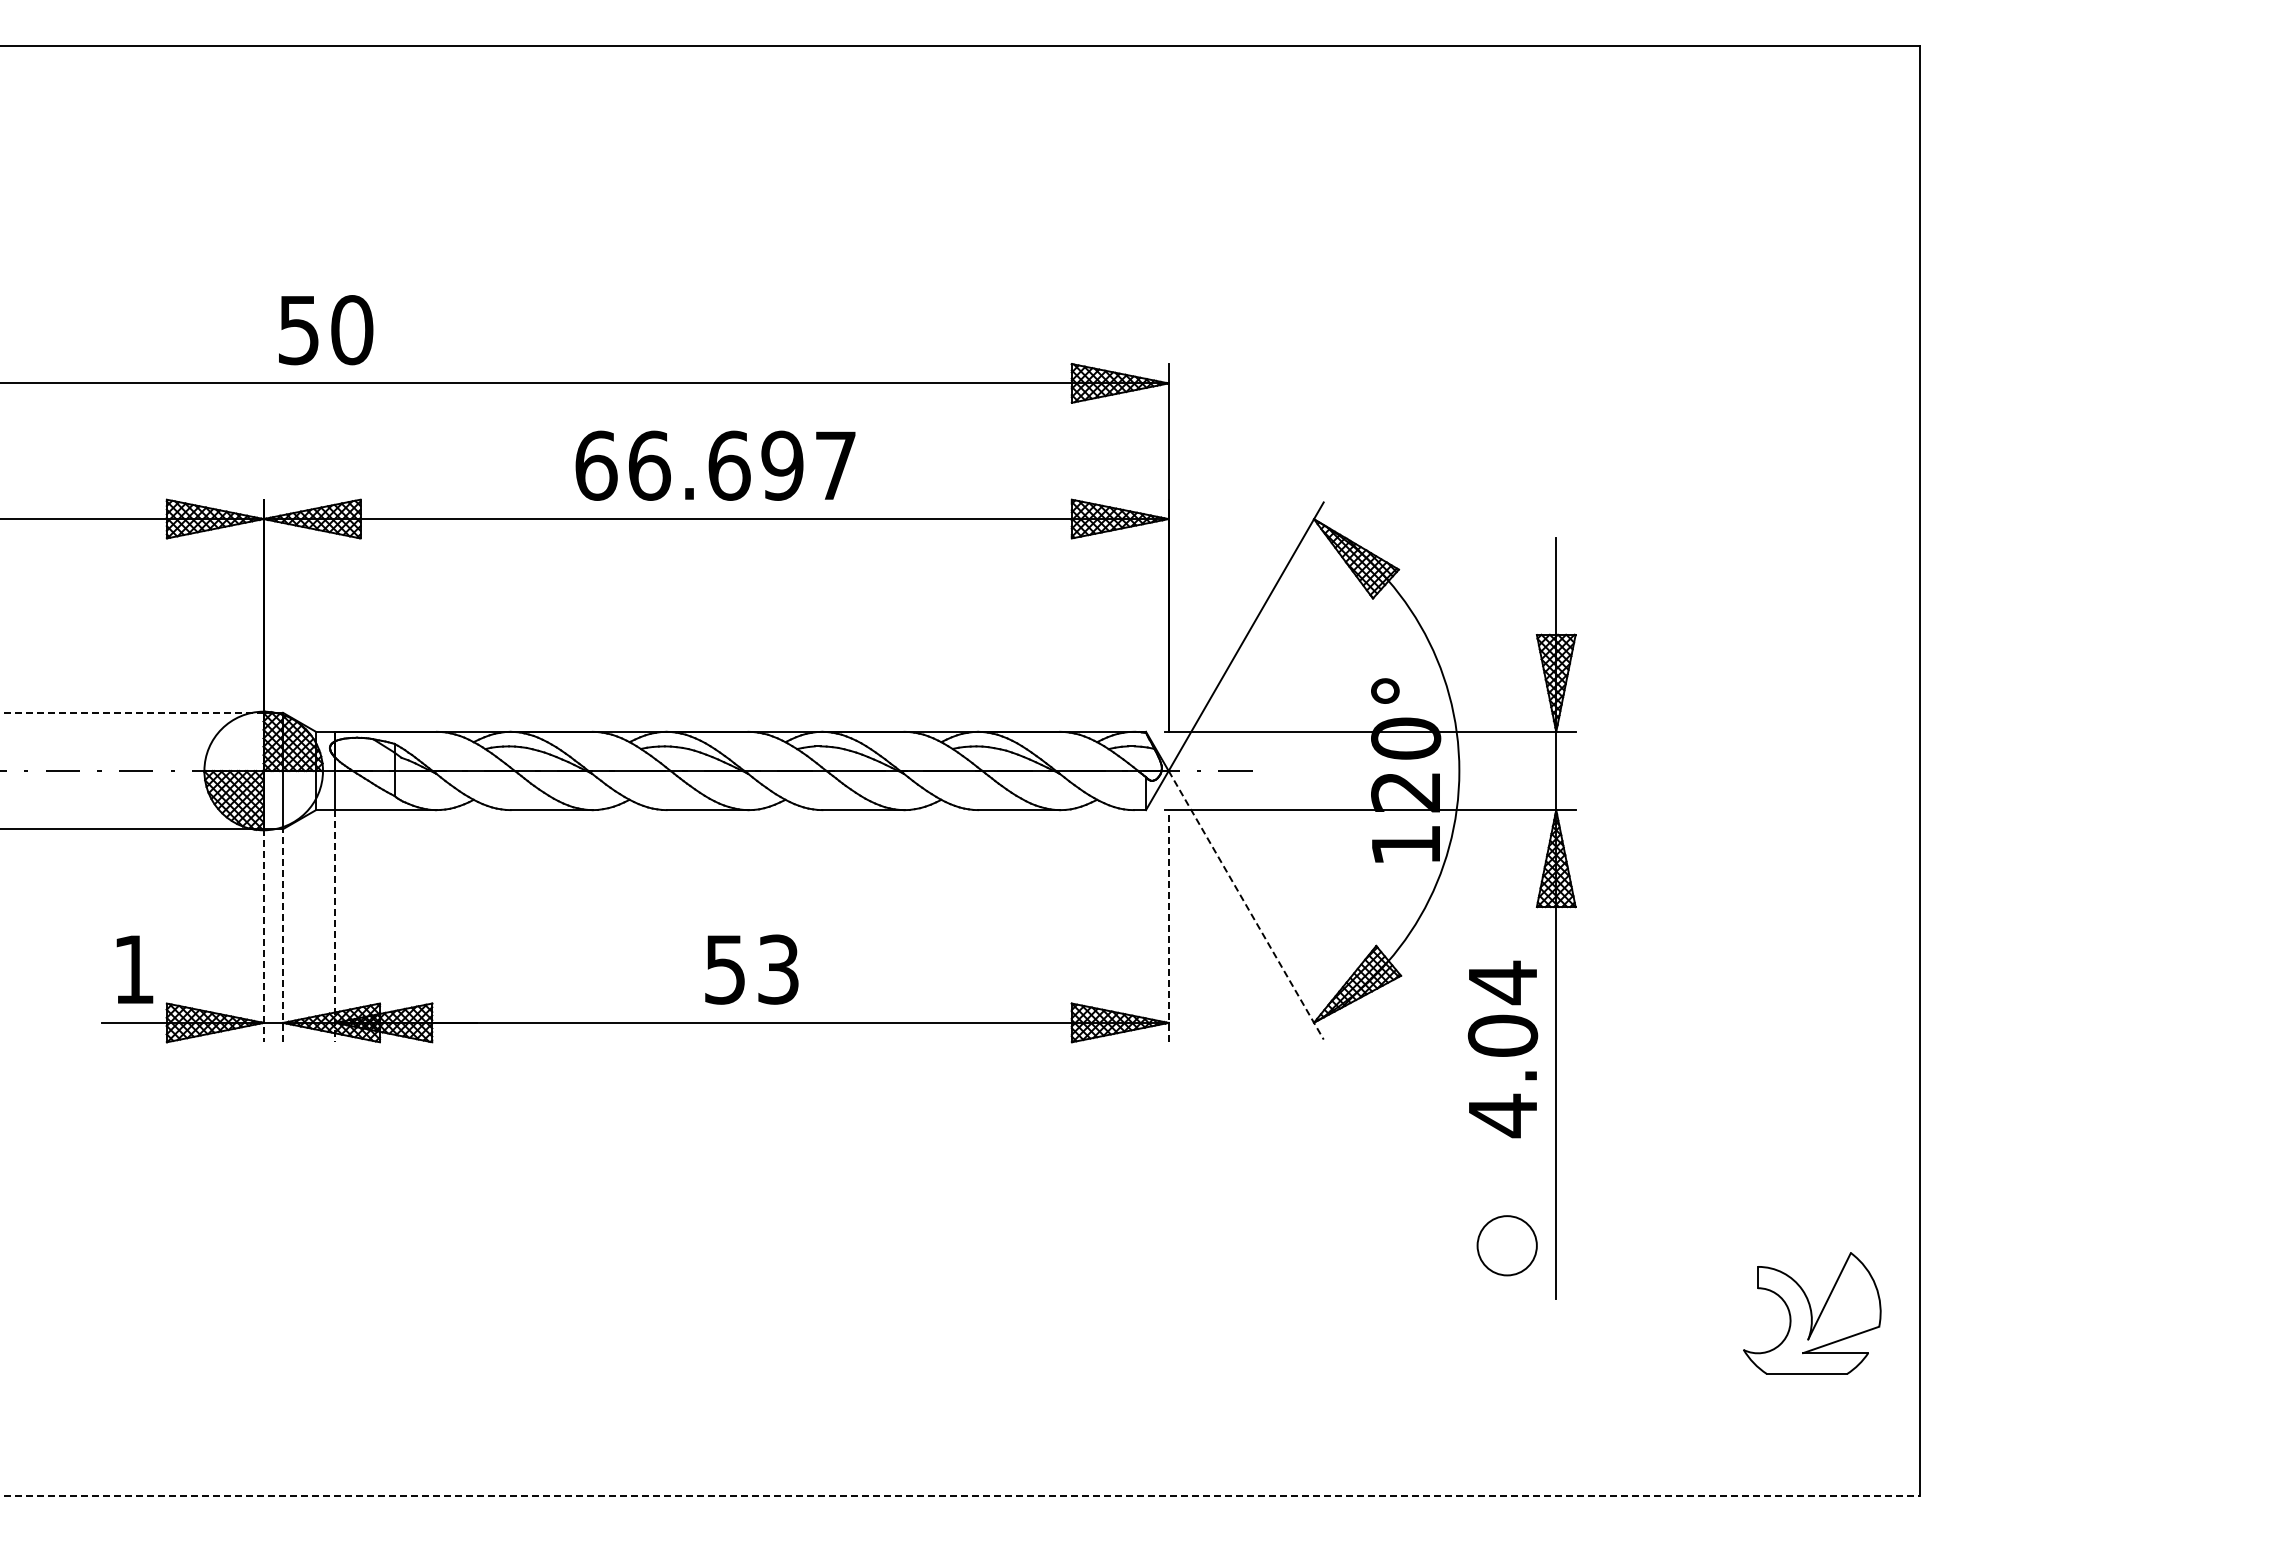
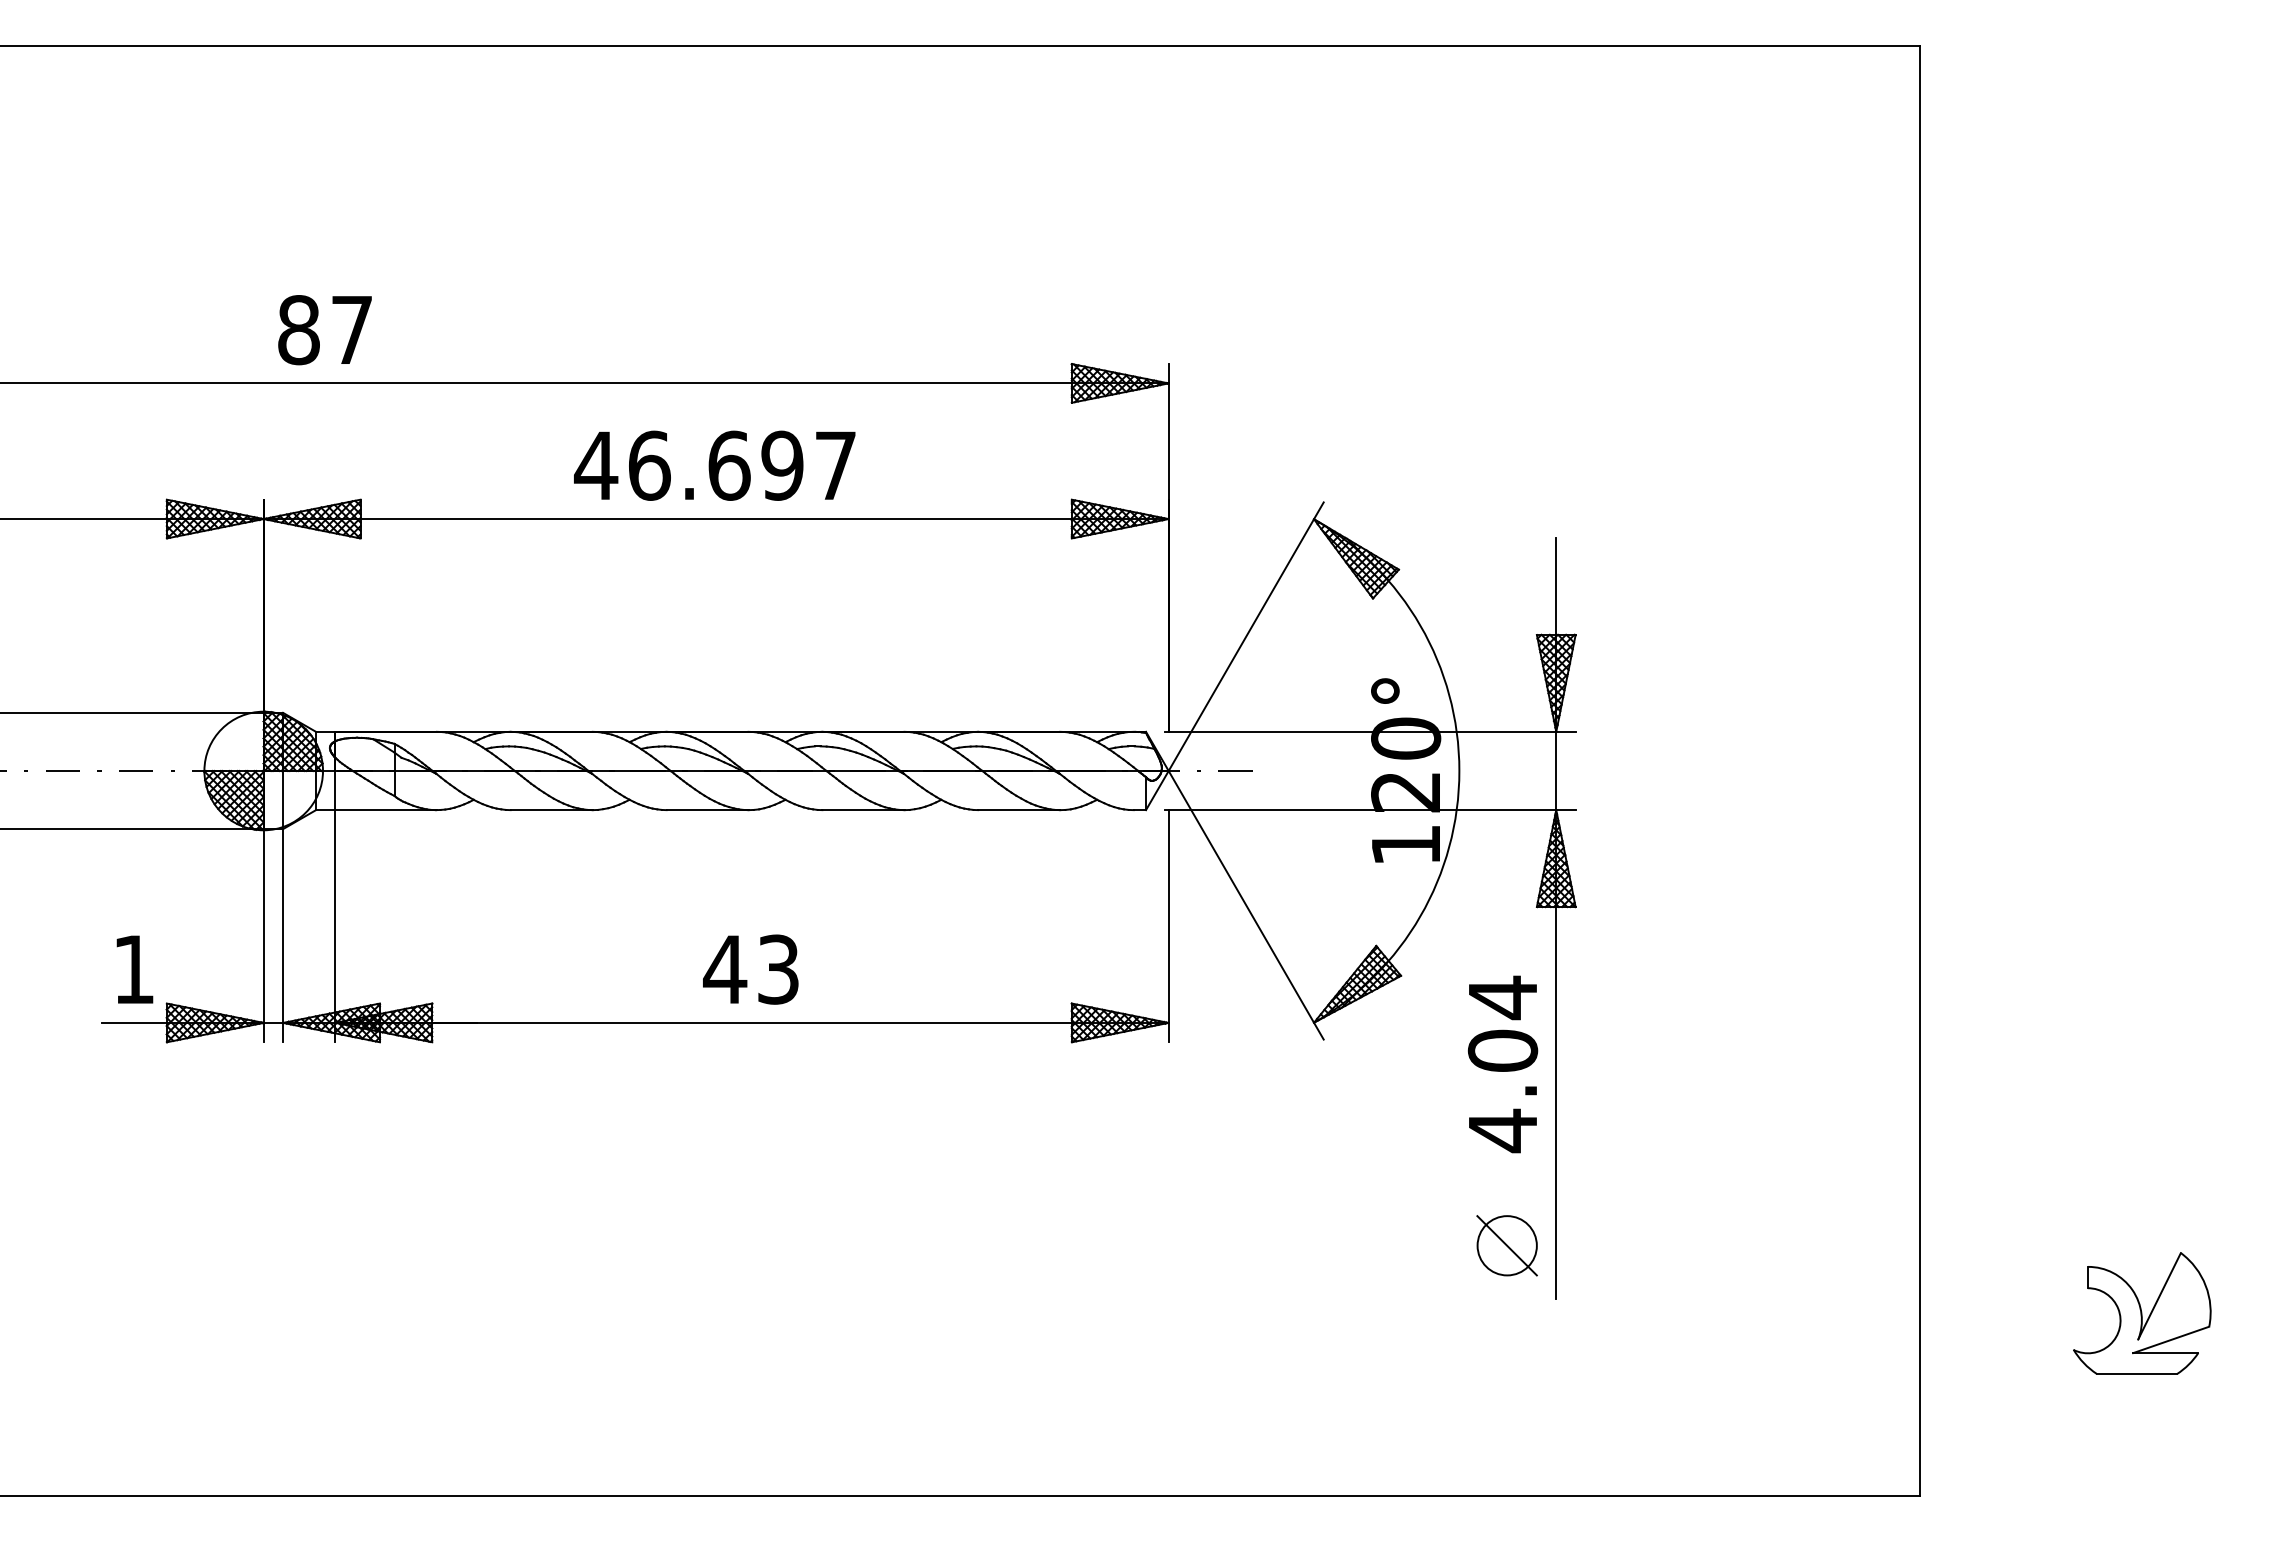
text at (325, 330): 50 -> 87
text at (596, 465): 66.697 -> 46.697
line at (131, 712): dashed -> solid
line at (1246, 905): dashed -> solid
line at (1168, 925): dashed -> solid
line at (335, 926): dashed -> solid
line at (263, 935): dashed -> solid
line at (283, 935): dashed -> solid
text at (725, 969): 53 -> 43
text at (1502, 1049) position: (1502, 1049) -> (1502, 1064)
line at (1506, 1245): none -> present
part at (1812, 1313) position: (1812, 1313) -> (2142, 1313)
line at (960, 1495): dashed -> solid
